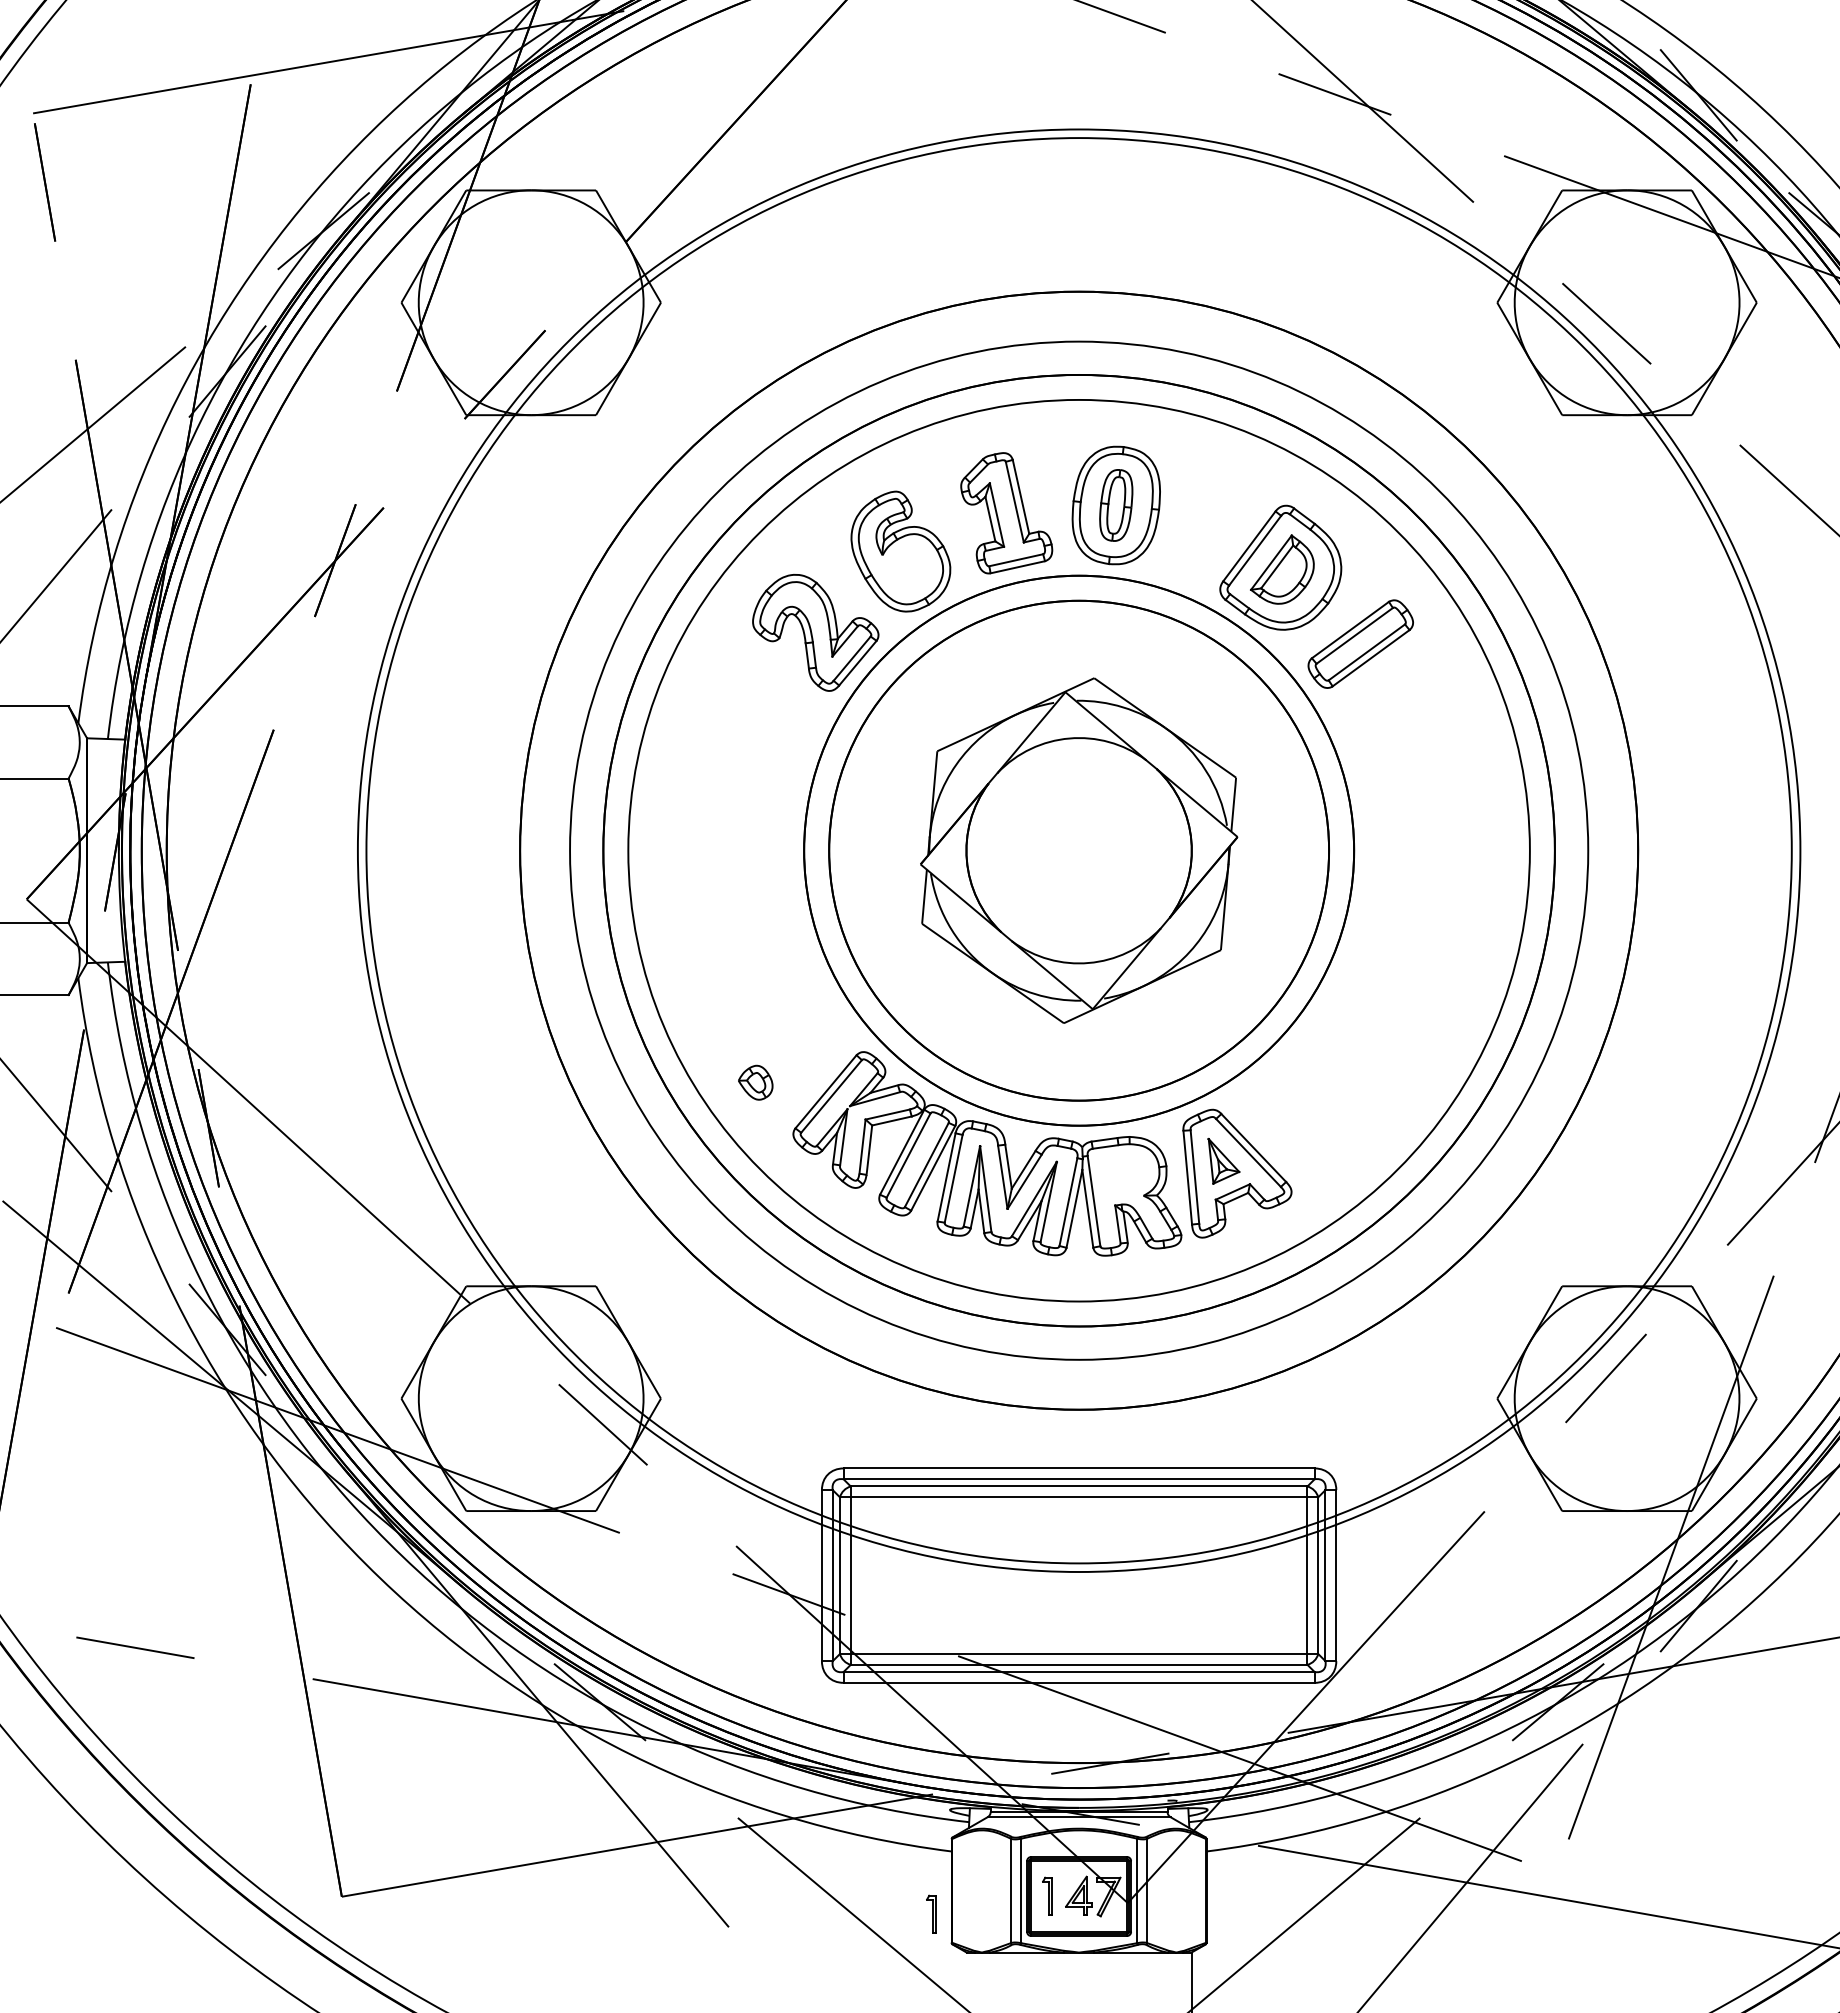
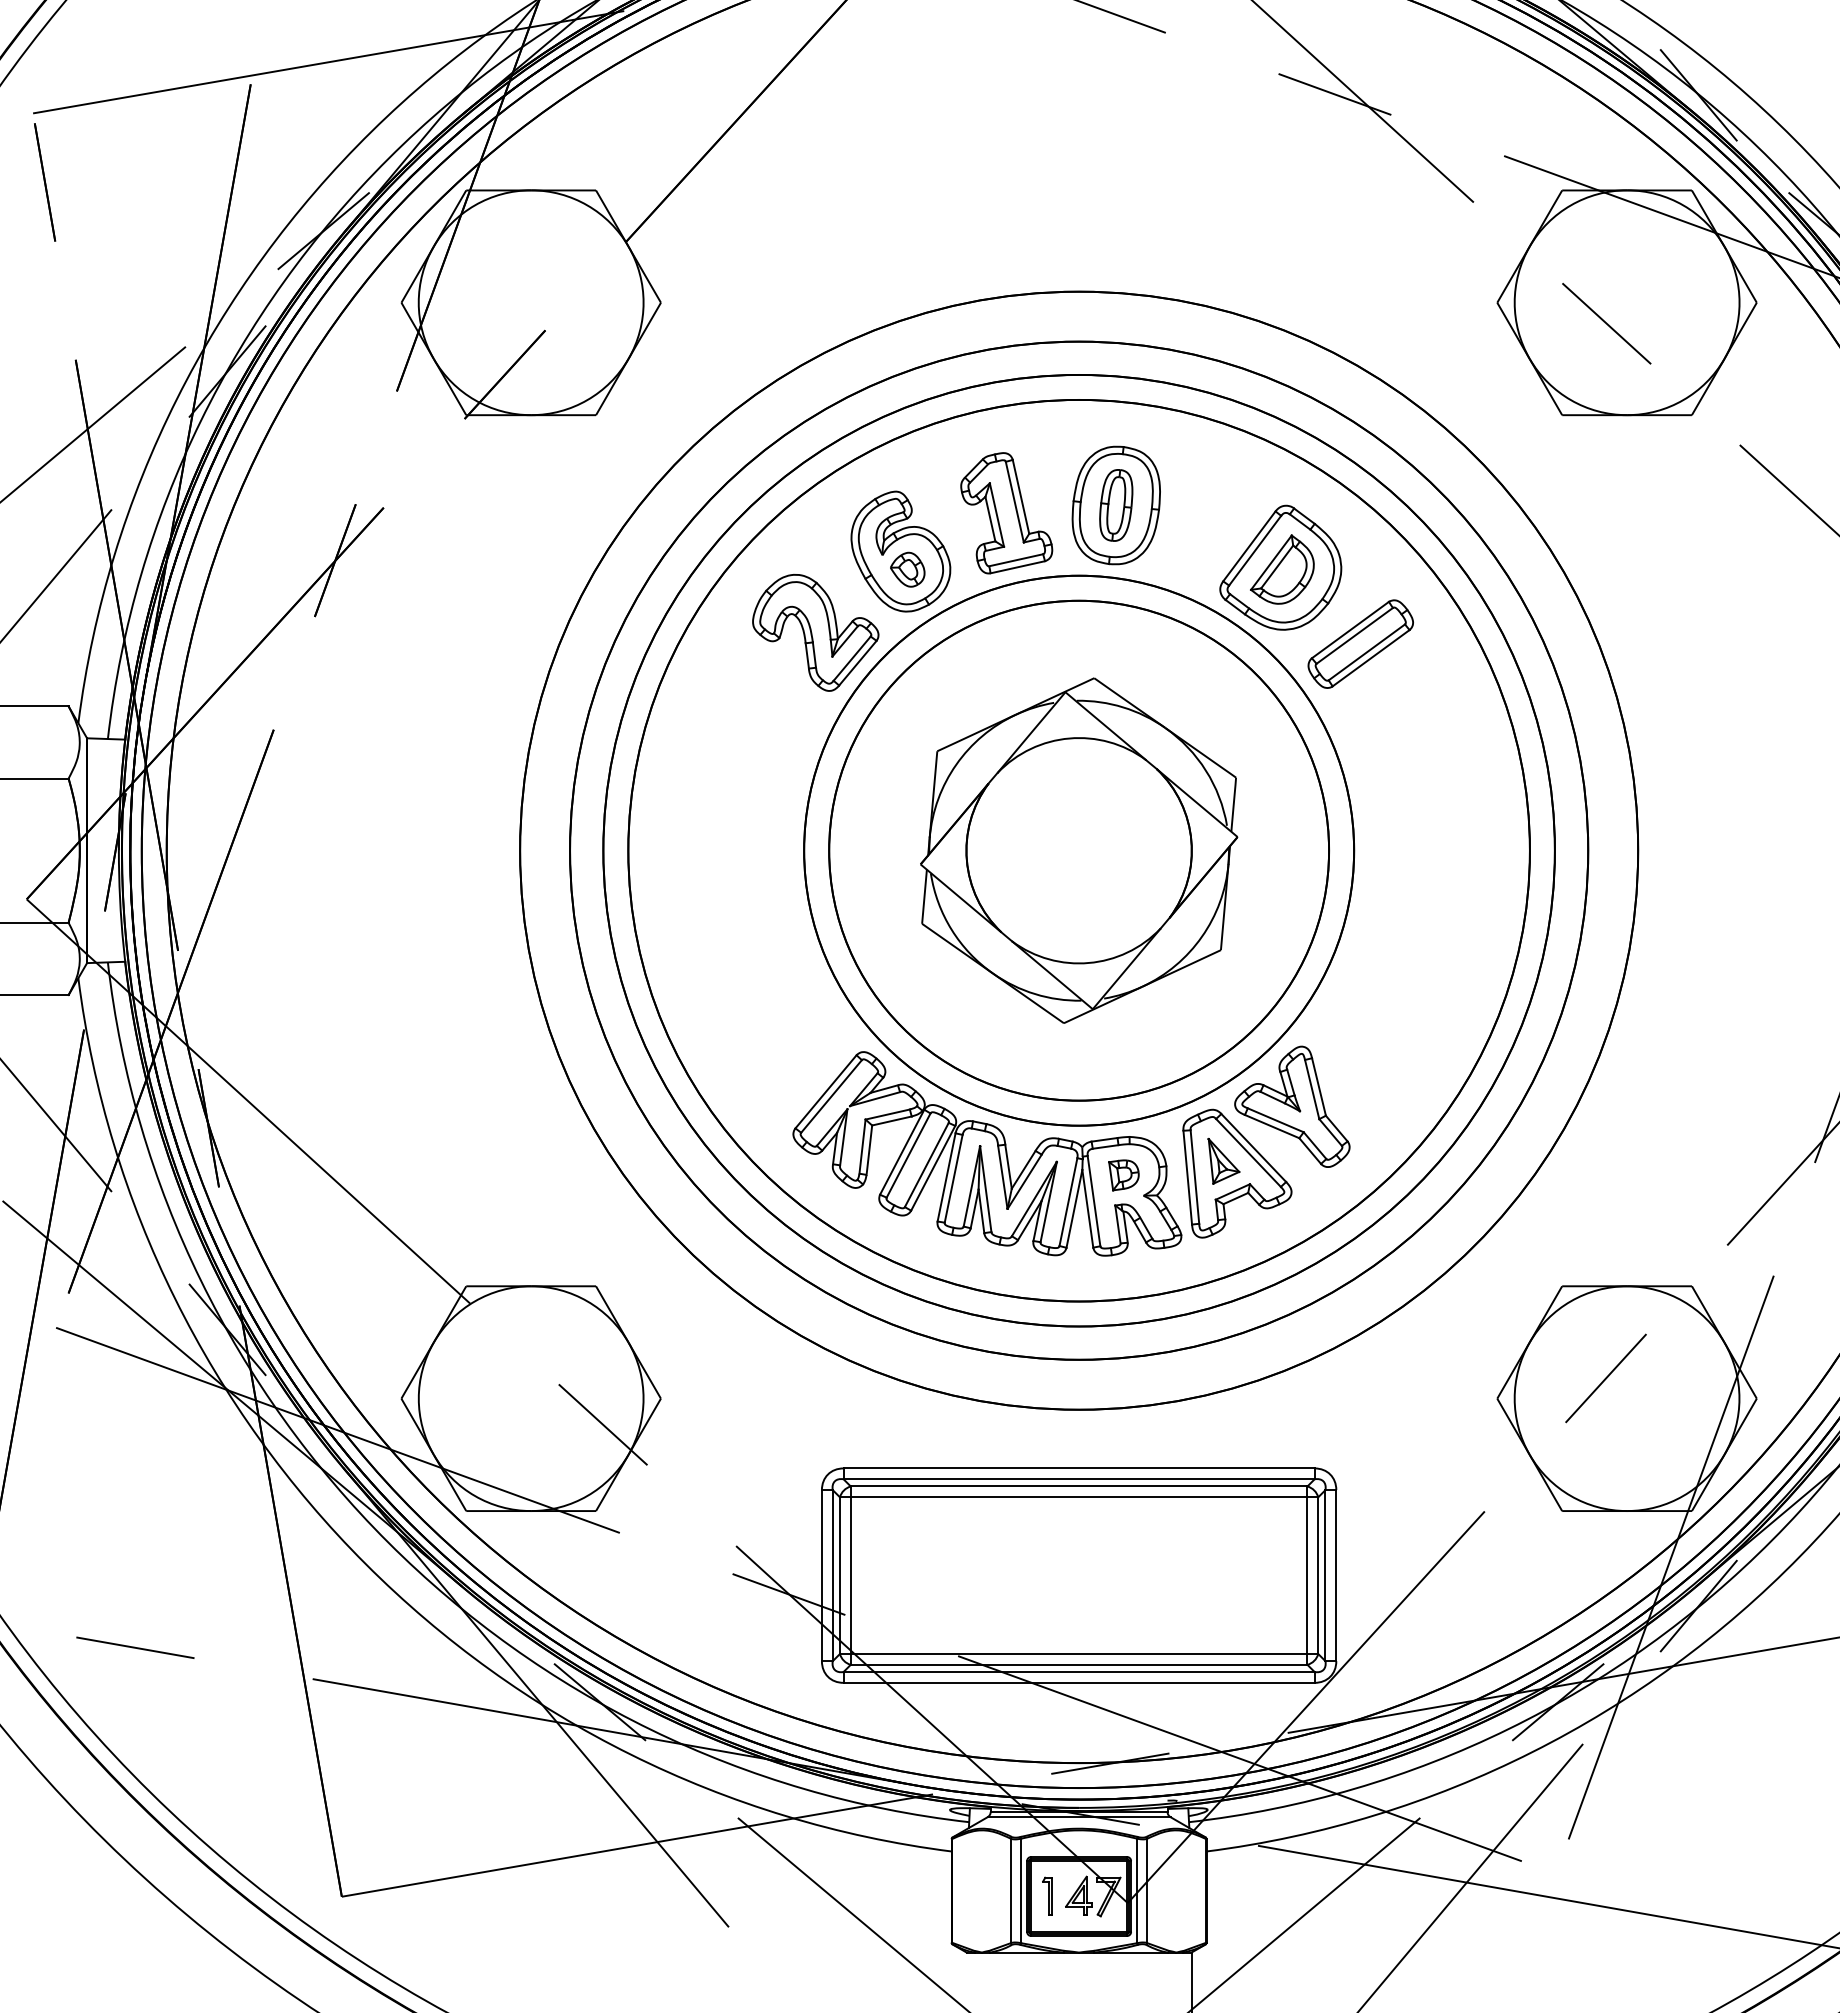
circle at (1078, 850) diameter: 1425 px -> 1018 px
circle at (1078, 850) diameter: 1443 px -> 902 px
part at (755, 1082) position: (755, 1082) -> (907, 569)
part at (1292, 1106): none -> present
part at (1123, 1175): none -> present
part at (931, 1913): present -> none
